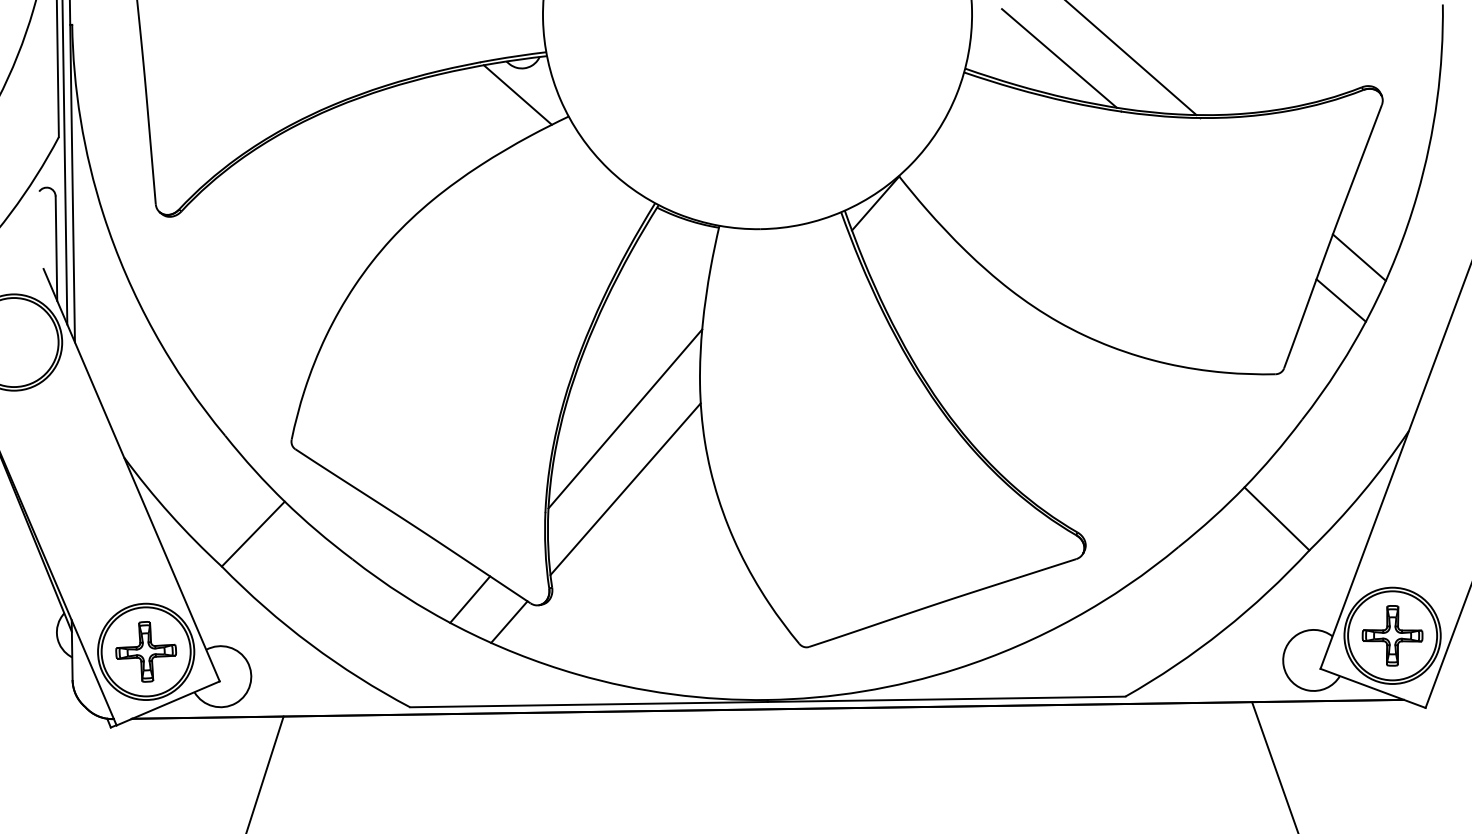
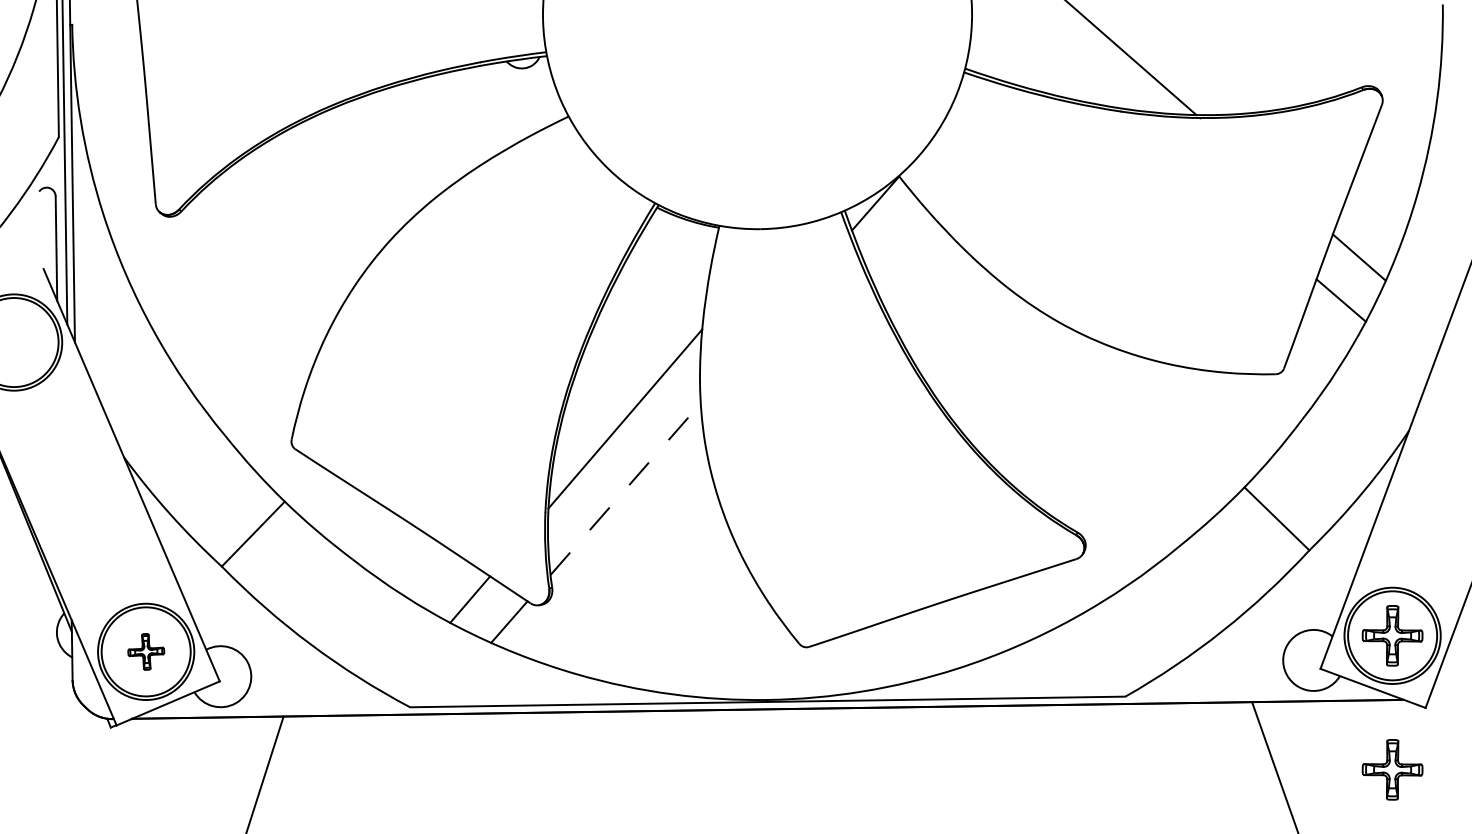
line at (1059, 58): present -> none
line at (517, 94): present -> none
line at (625, 488): solid -> dashed
part at (146, 651) size: 63x62 px -> 39x38 px
part at (1392, 769): none -> present
